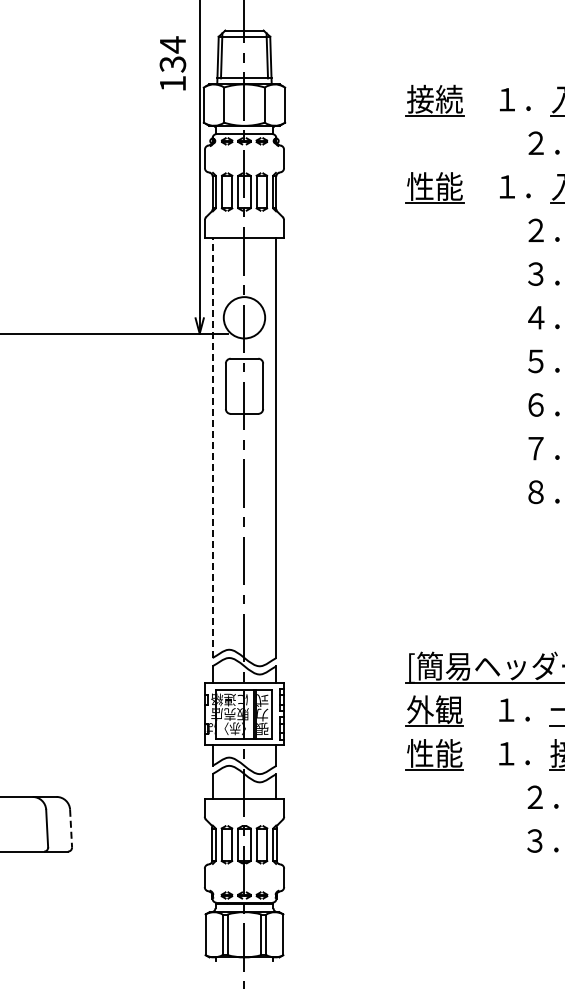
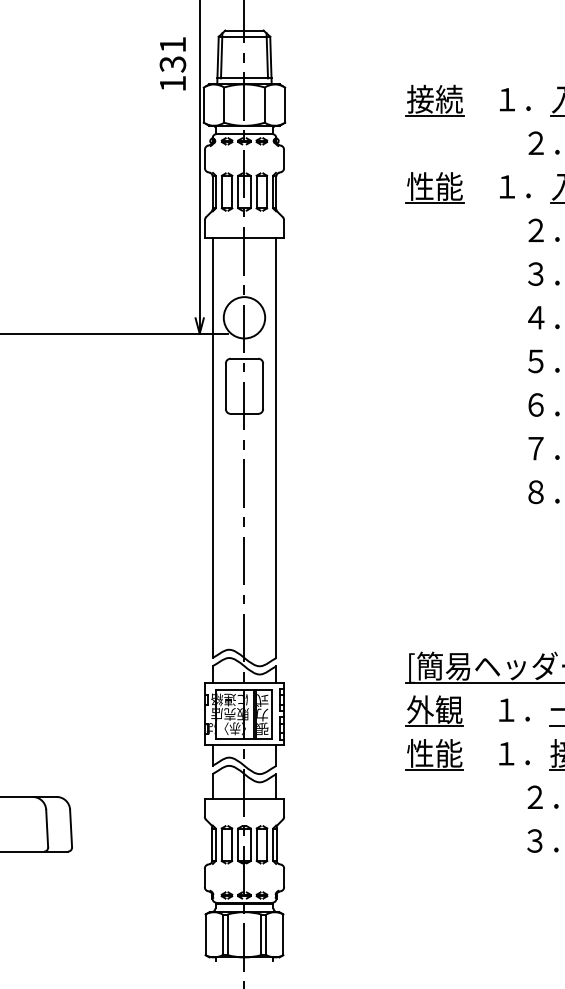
text at (172, 44): 134 -> 131
line at (212, 447): dashed -> solid
line at (71, 828): dashed -> solid
